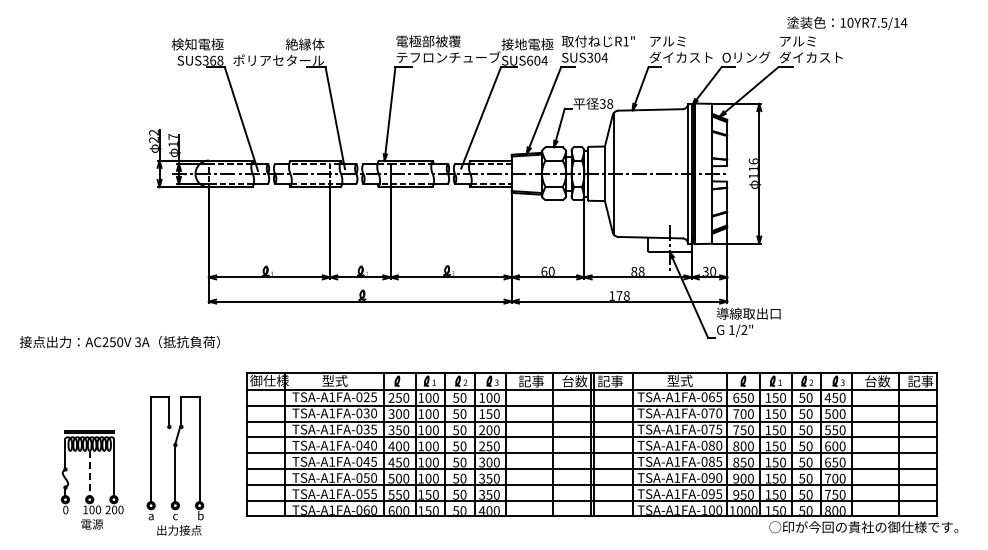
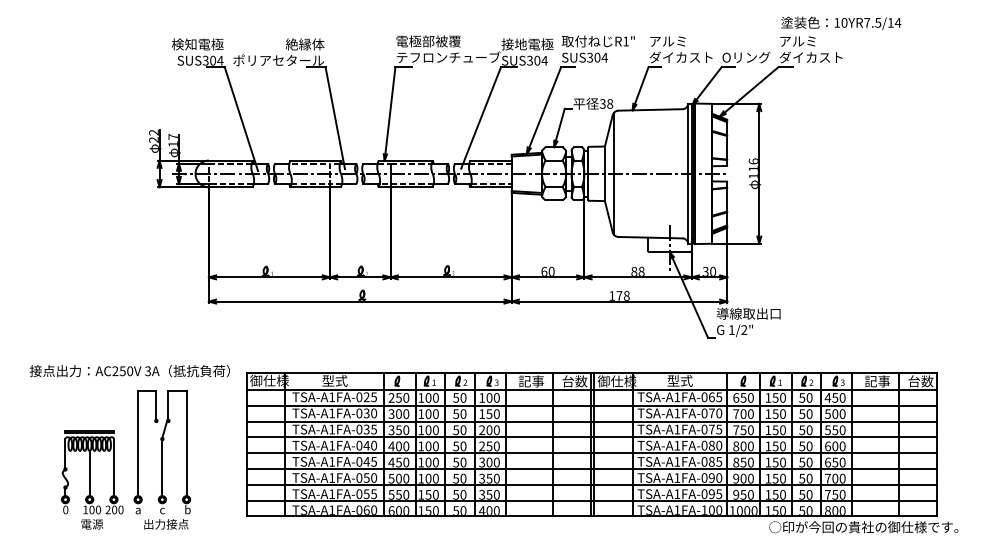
text at (847, 22) position: (847, 22) -> (841, 22)
text at (216, 60): SUS368 -> SUS304
text at (530, 60): SUS604 -> SUS304
text at (119, 342) position: (119, 342) -> (129, 371)
text at (616, 381): 記事 -> 御仕様
text at (877, 381): 台数 -> 記事
text at (920, 381): 記事 -> 台数
part at (175, 465) position: (175, 465) -> (162, 459)
line at (89, 473): dashed -> solid
